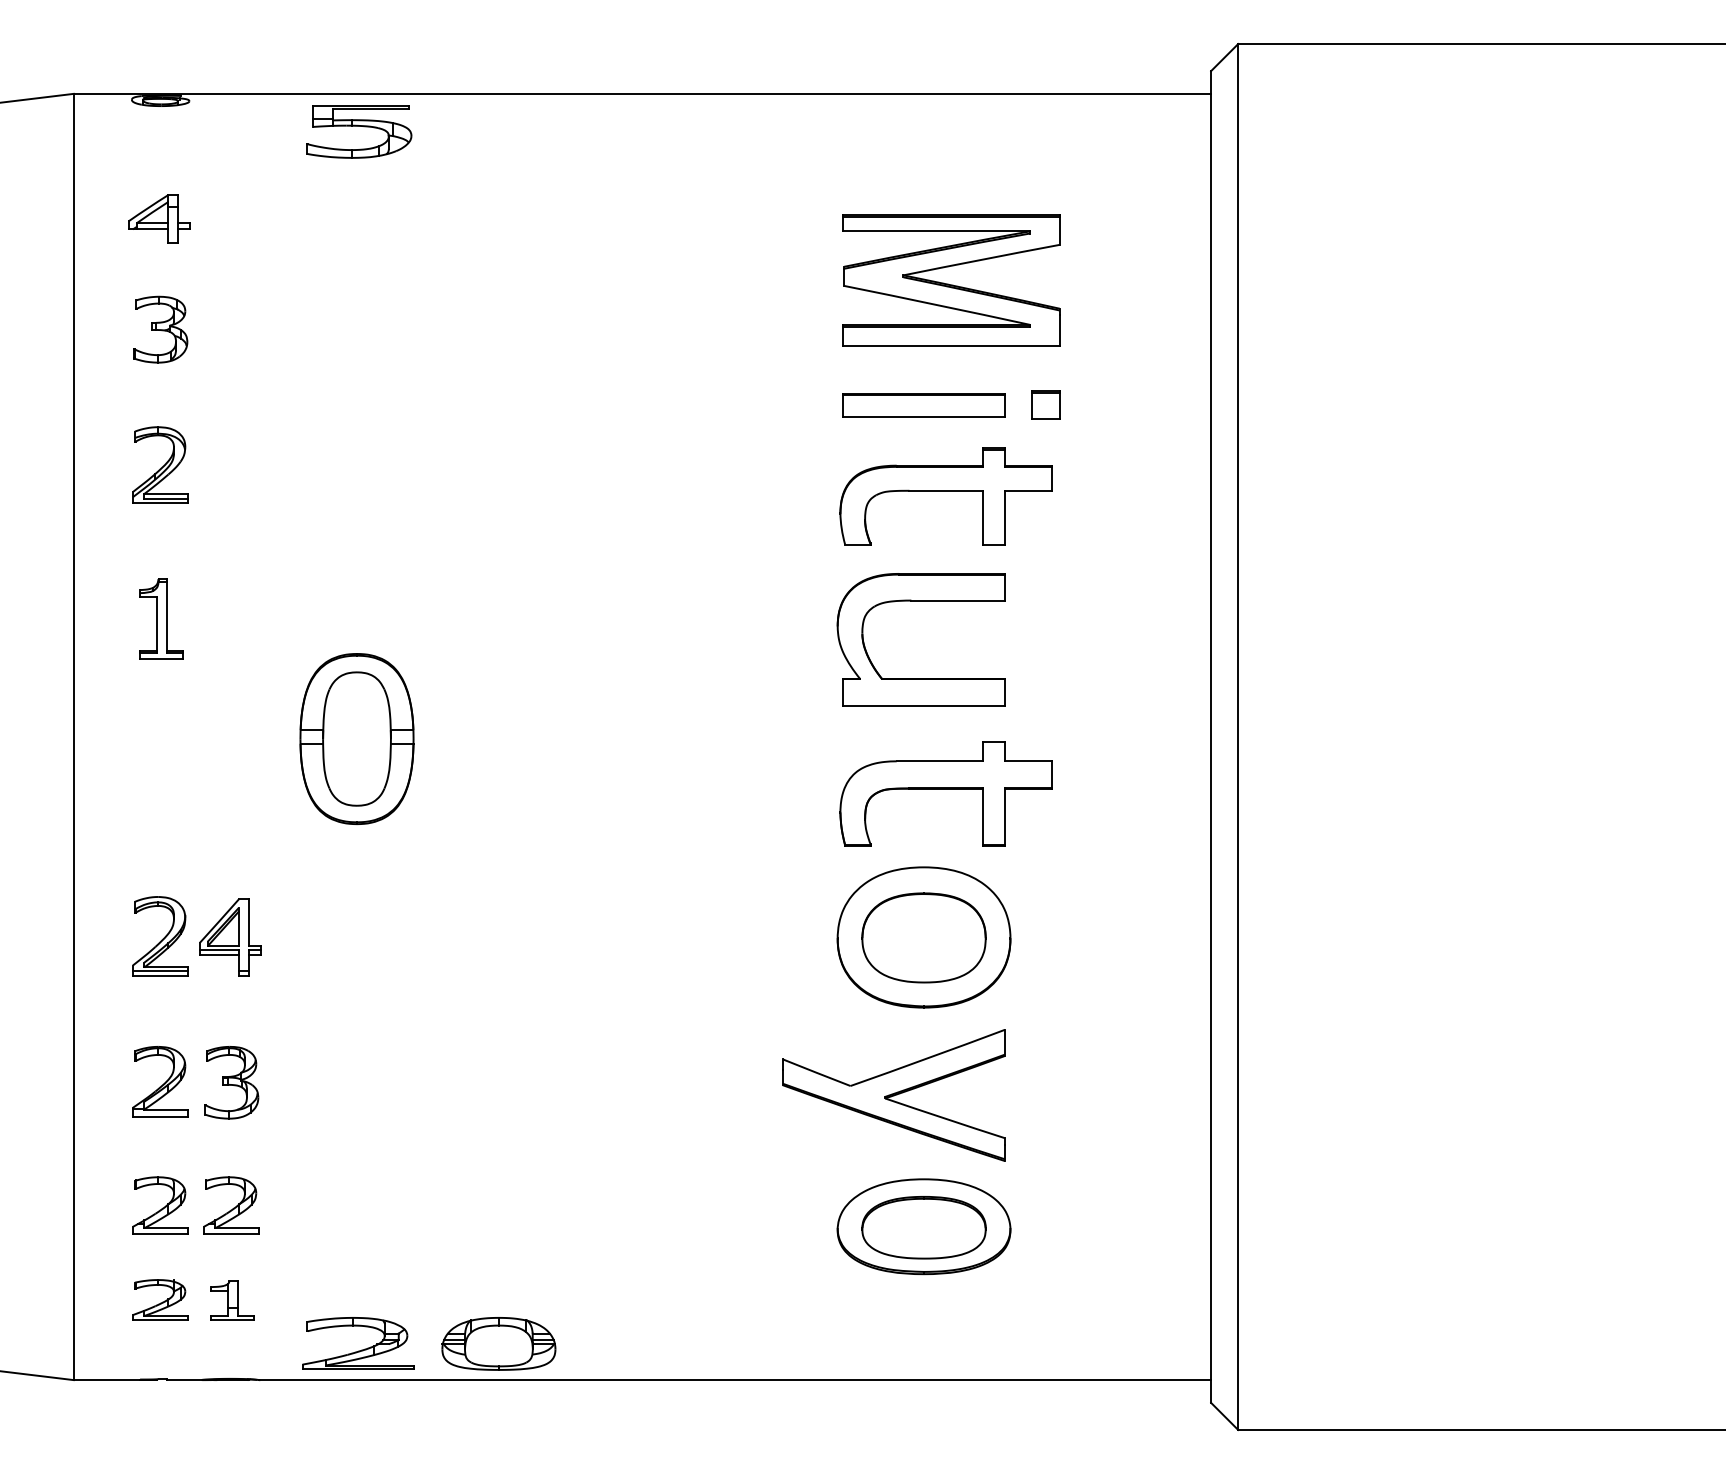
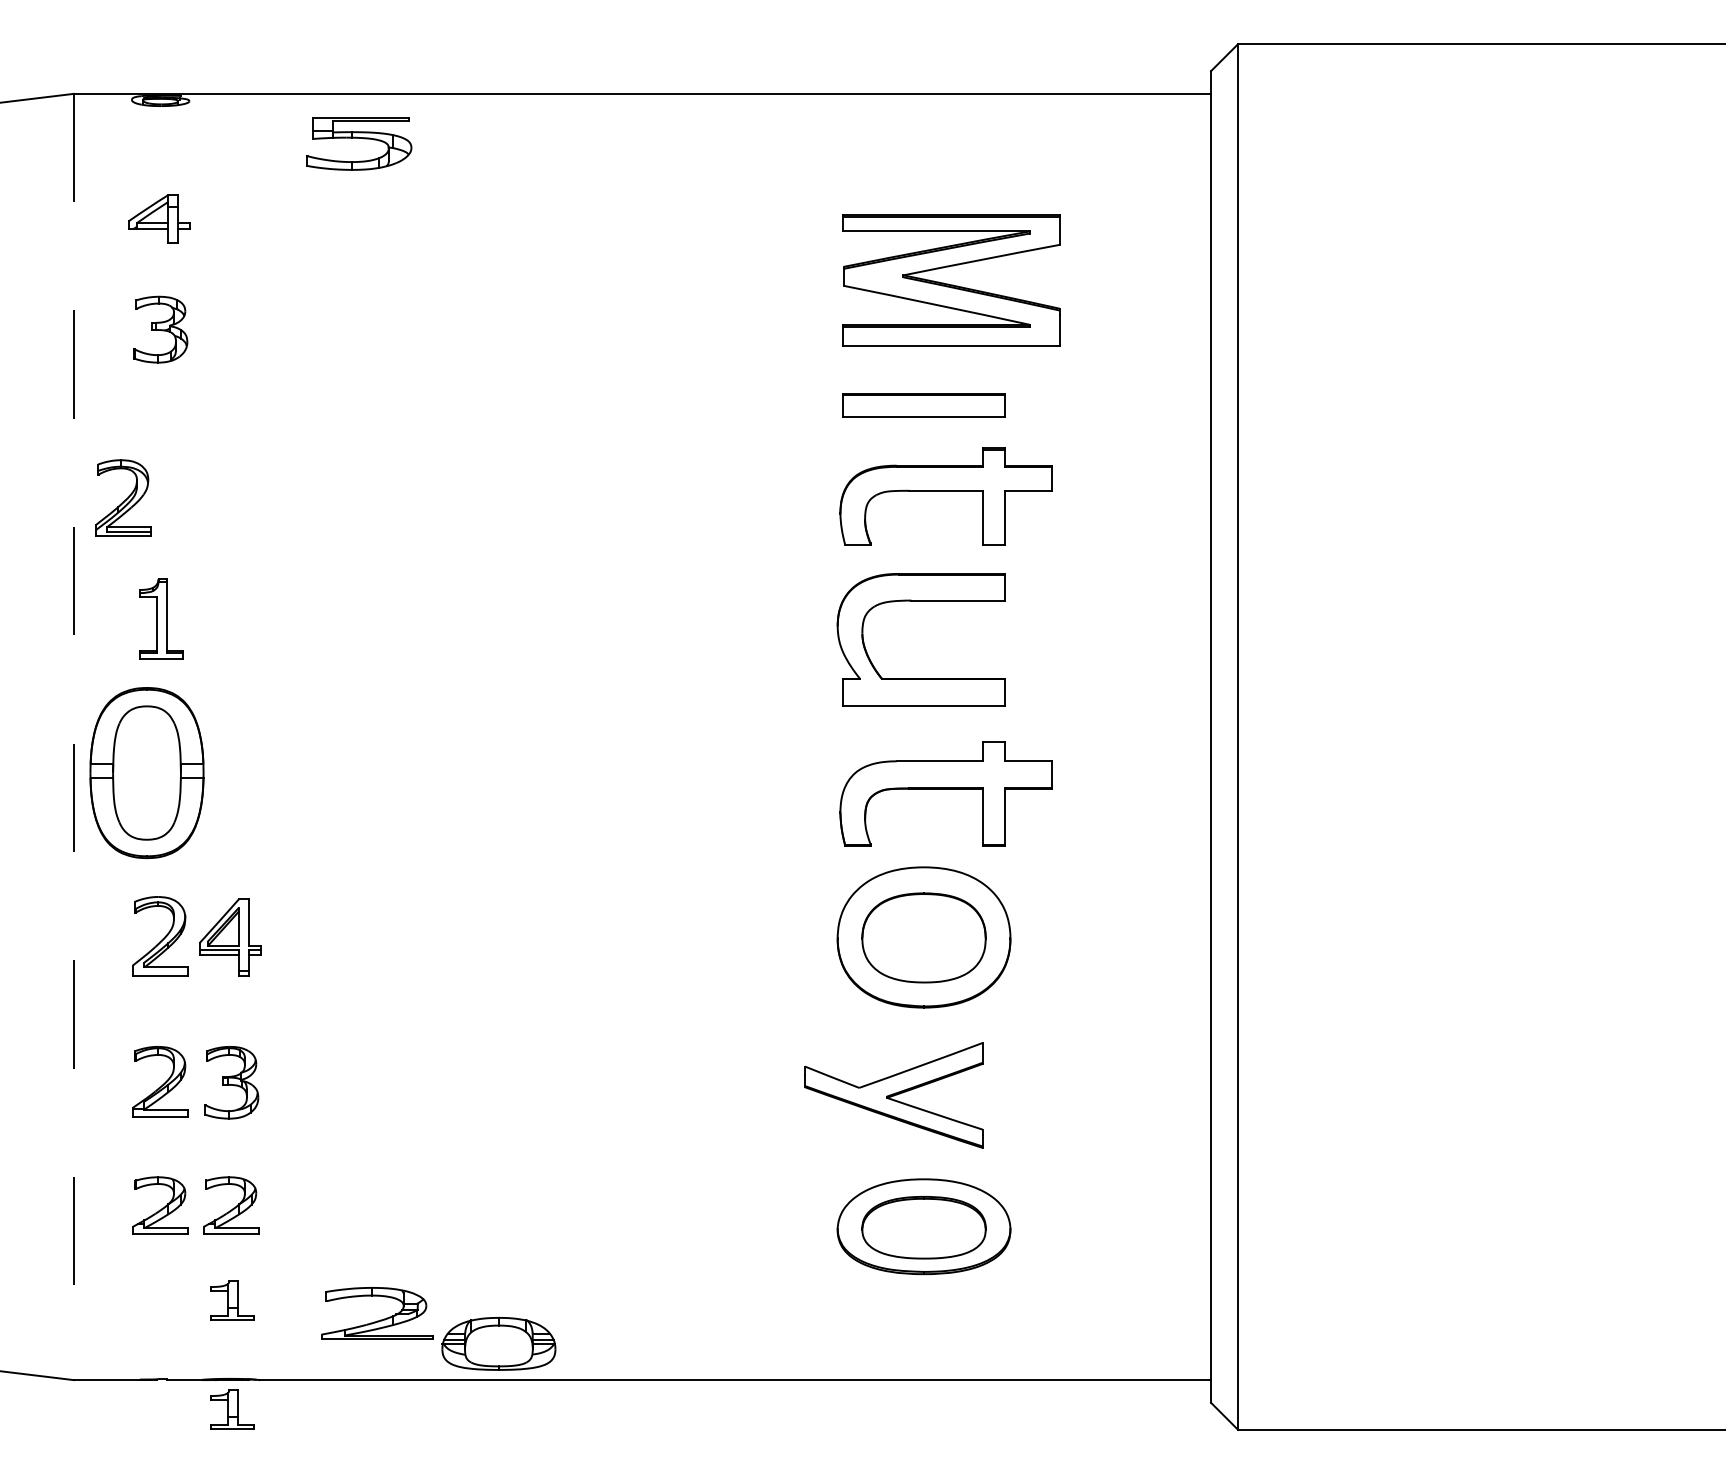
part at (359, 131) position: (359, 131) -> (359, 143)
part at (1045, 404): present -> none
part at (160, 464) position: (160, 464) -> (123, 497)
line at (73, 737): solid -> dashed
part at (356, 738) position: (356, 738) -> (146, 772)
line at (160, 971): present -> none
part at (893, 1095) size: 224x133 px -> 180x107 px
part at (160, 1299): present -> none
part at (361, 1349) position: (361, 1349) -> (380, 1319)
part at (232, 1409): none -> present
